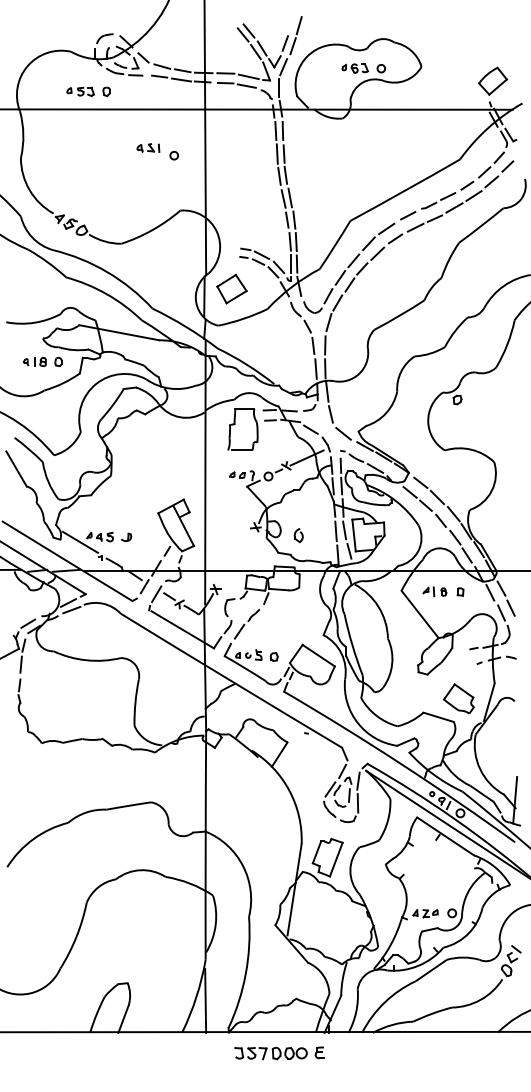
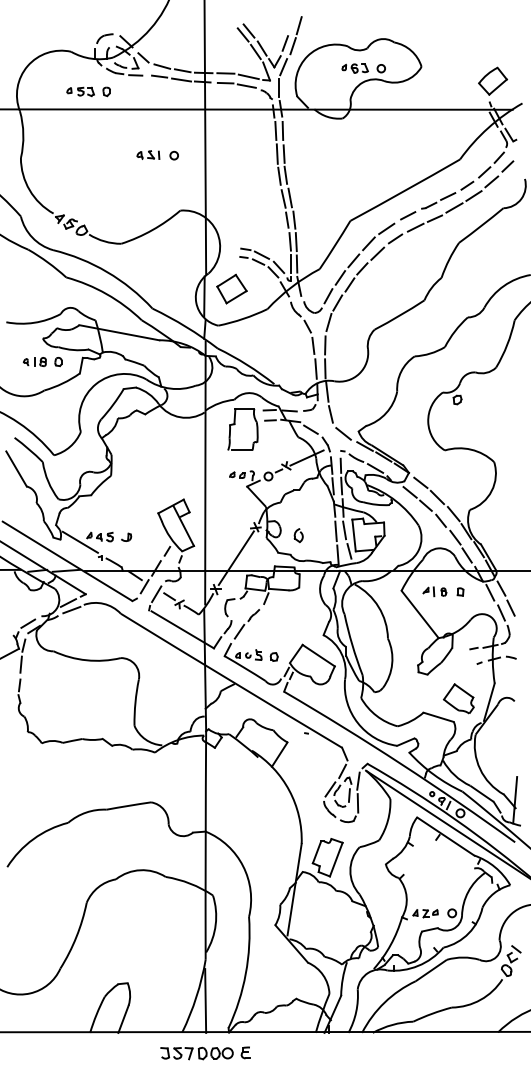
part at (148, 147) position: (148, 147) -> (148, 154)
line at (235, 557): none -> present
part at (279, 1053) position: (279, 1053) -> (205, 1053)
